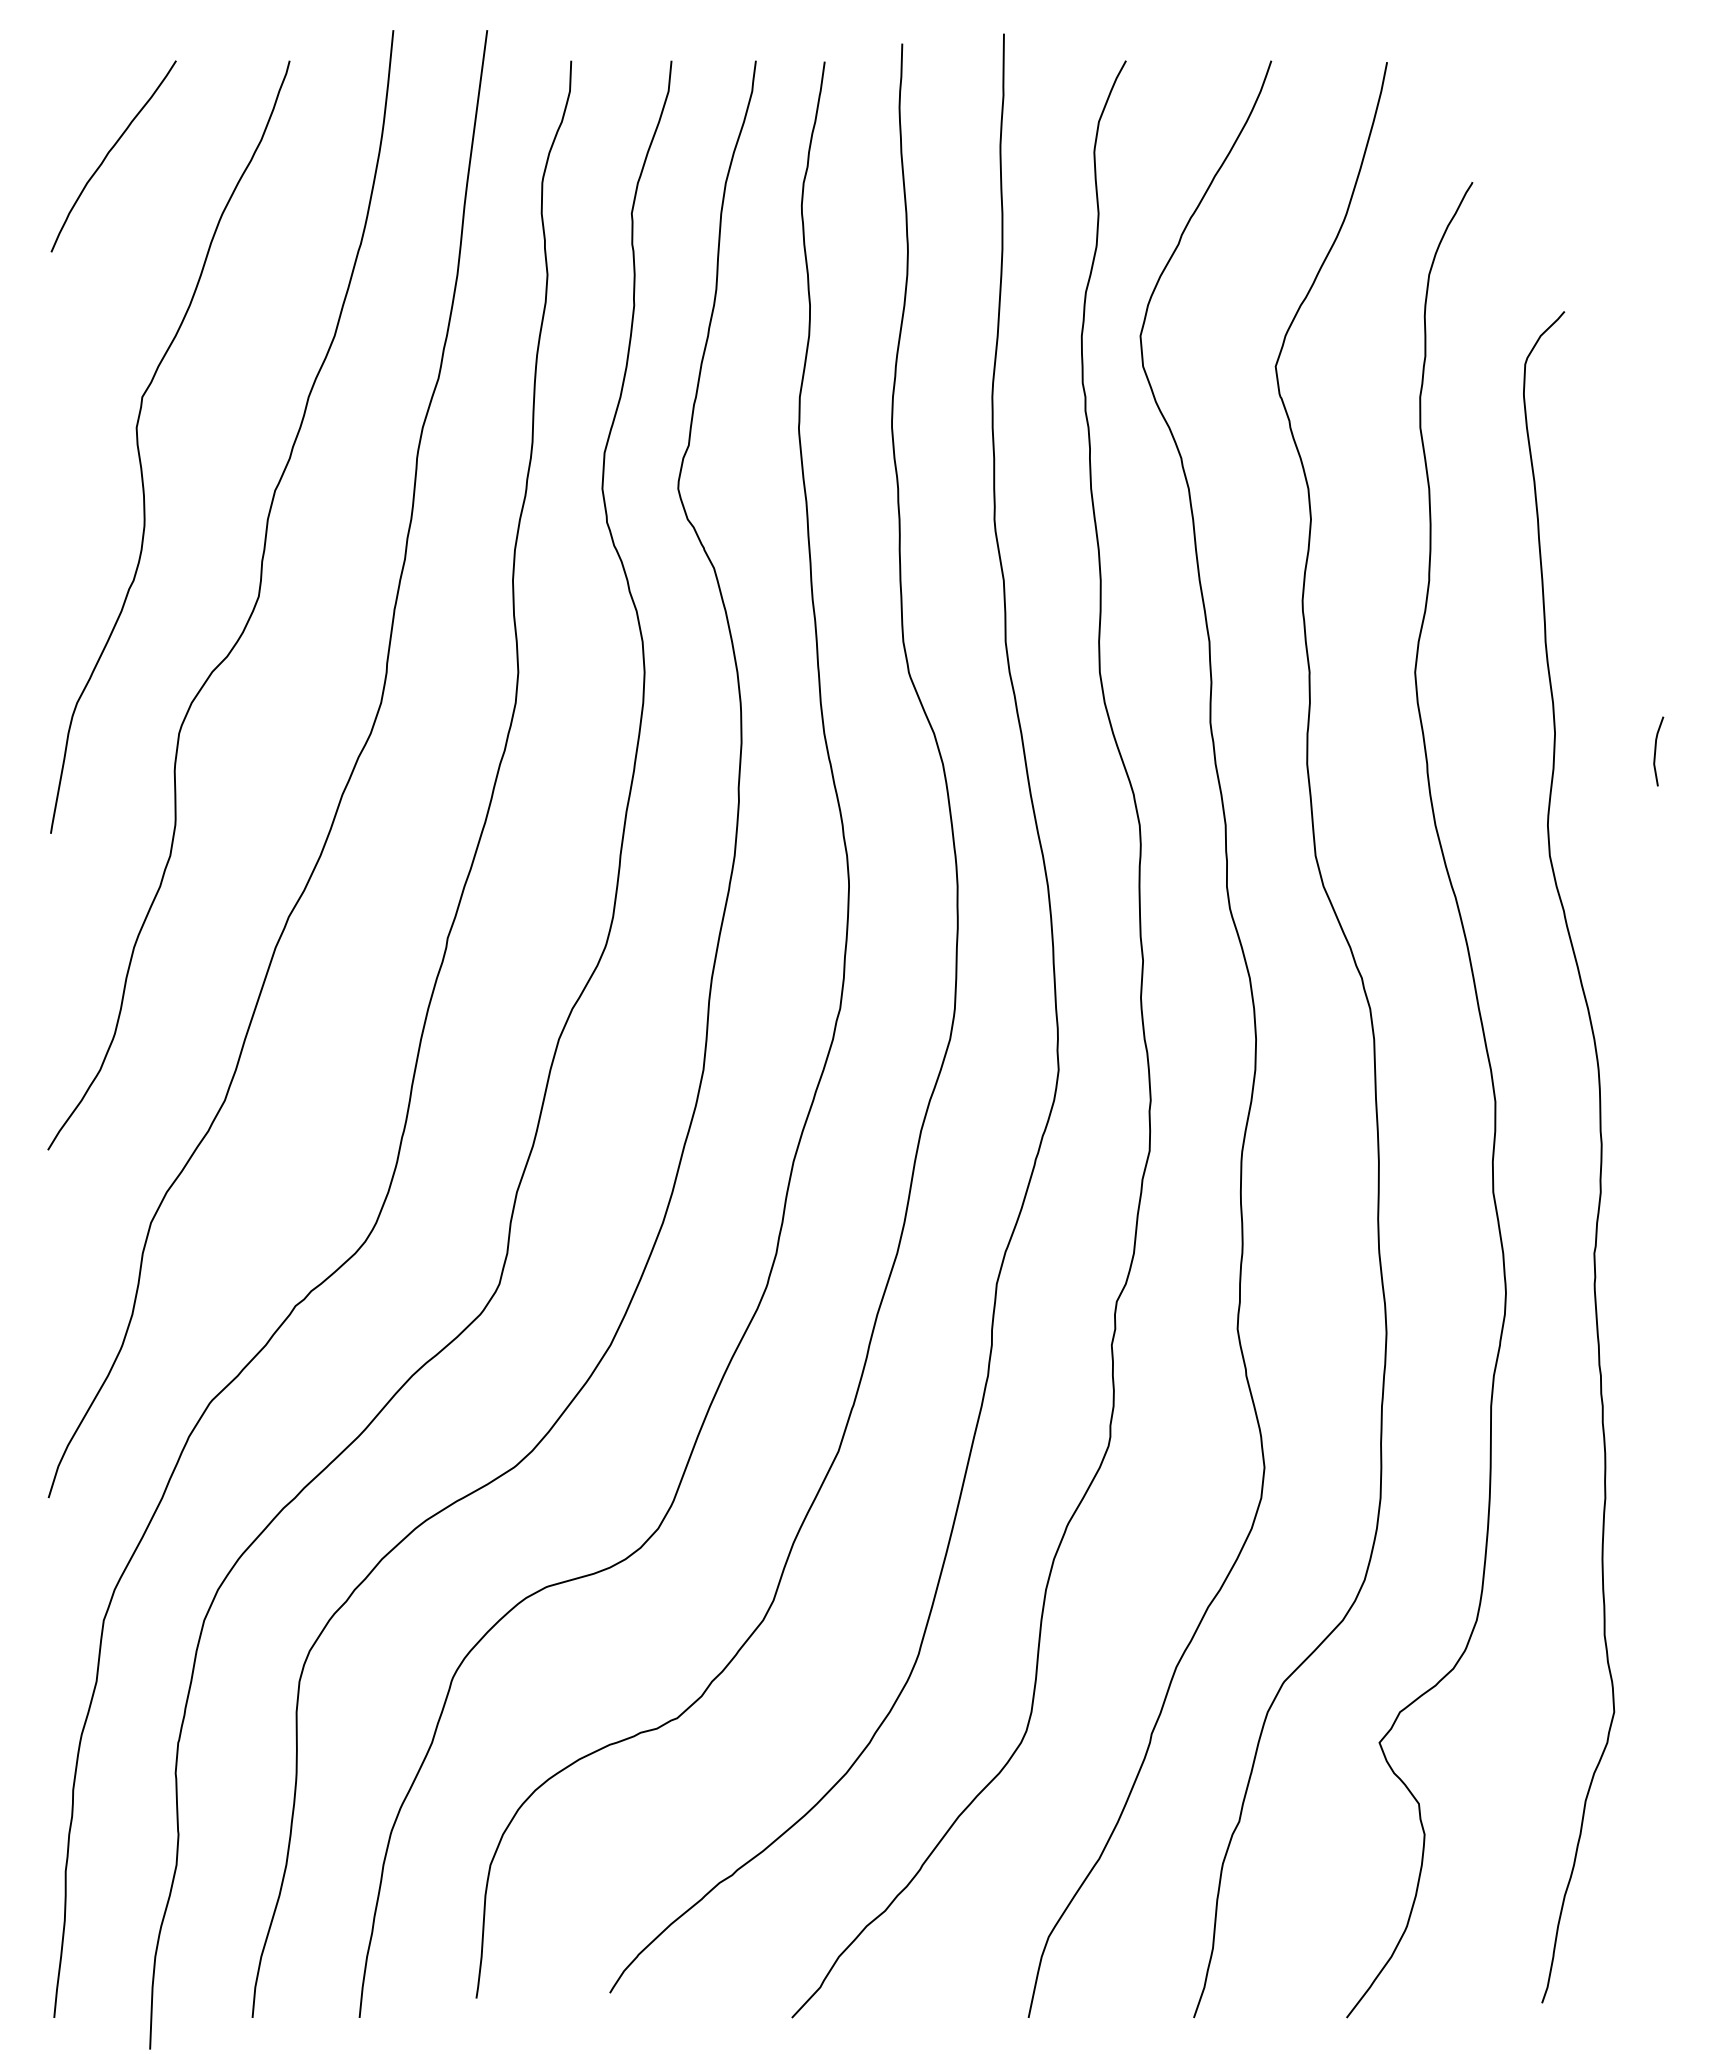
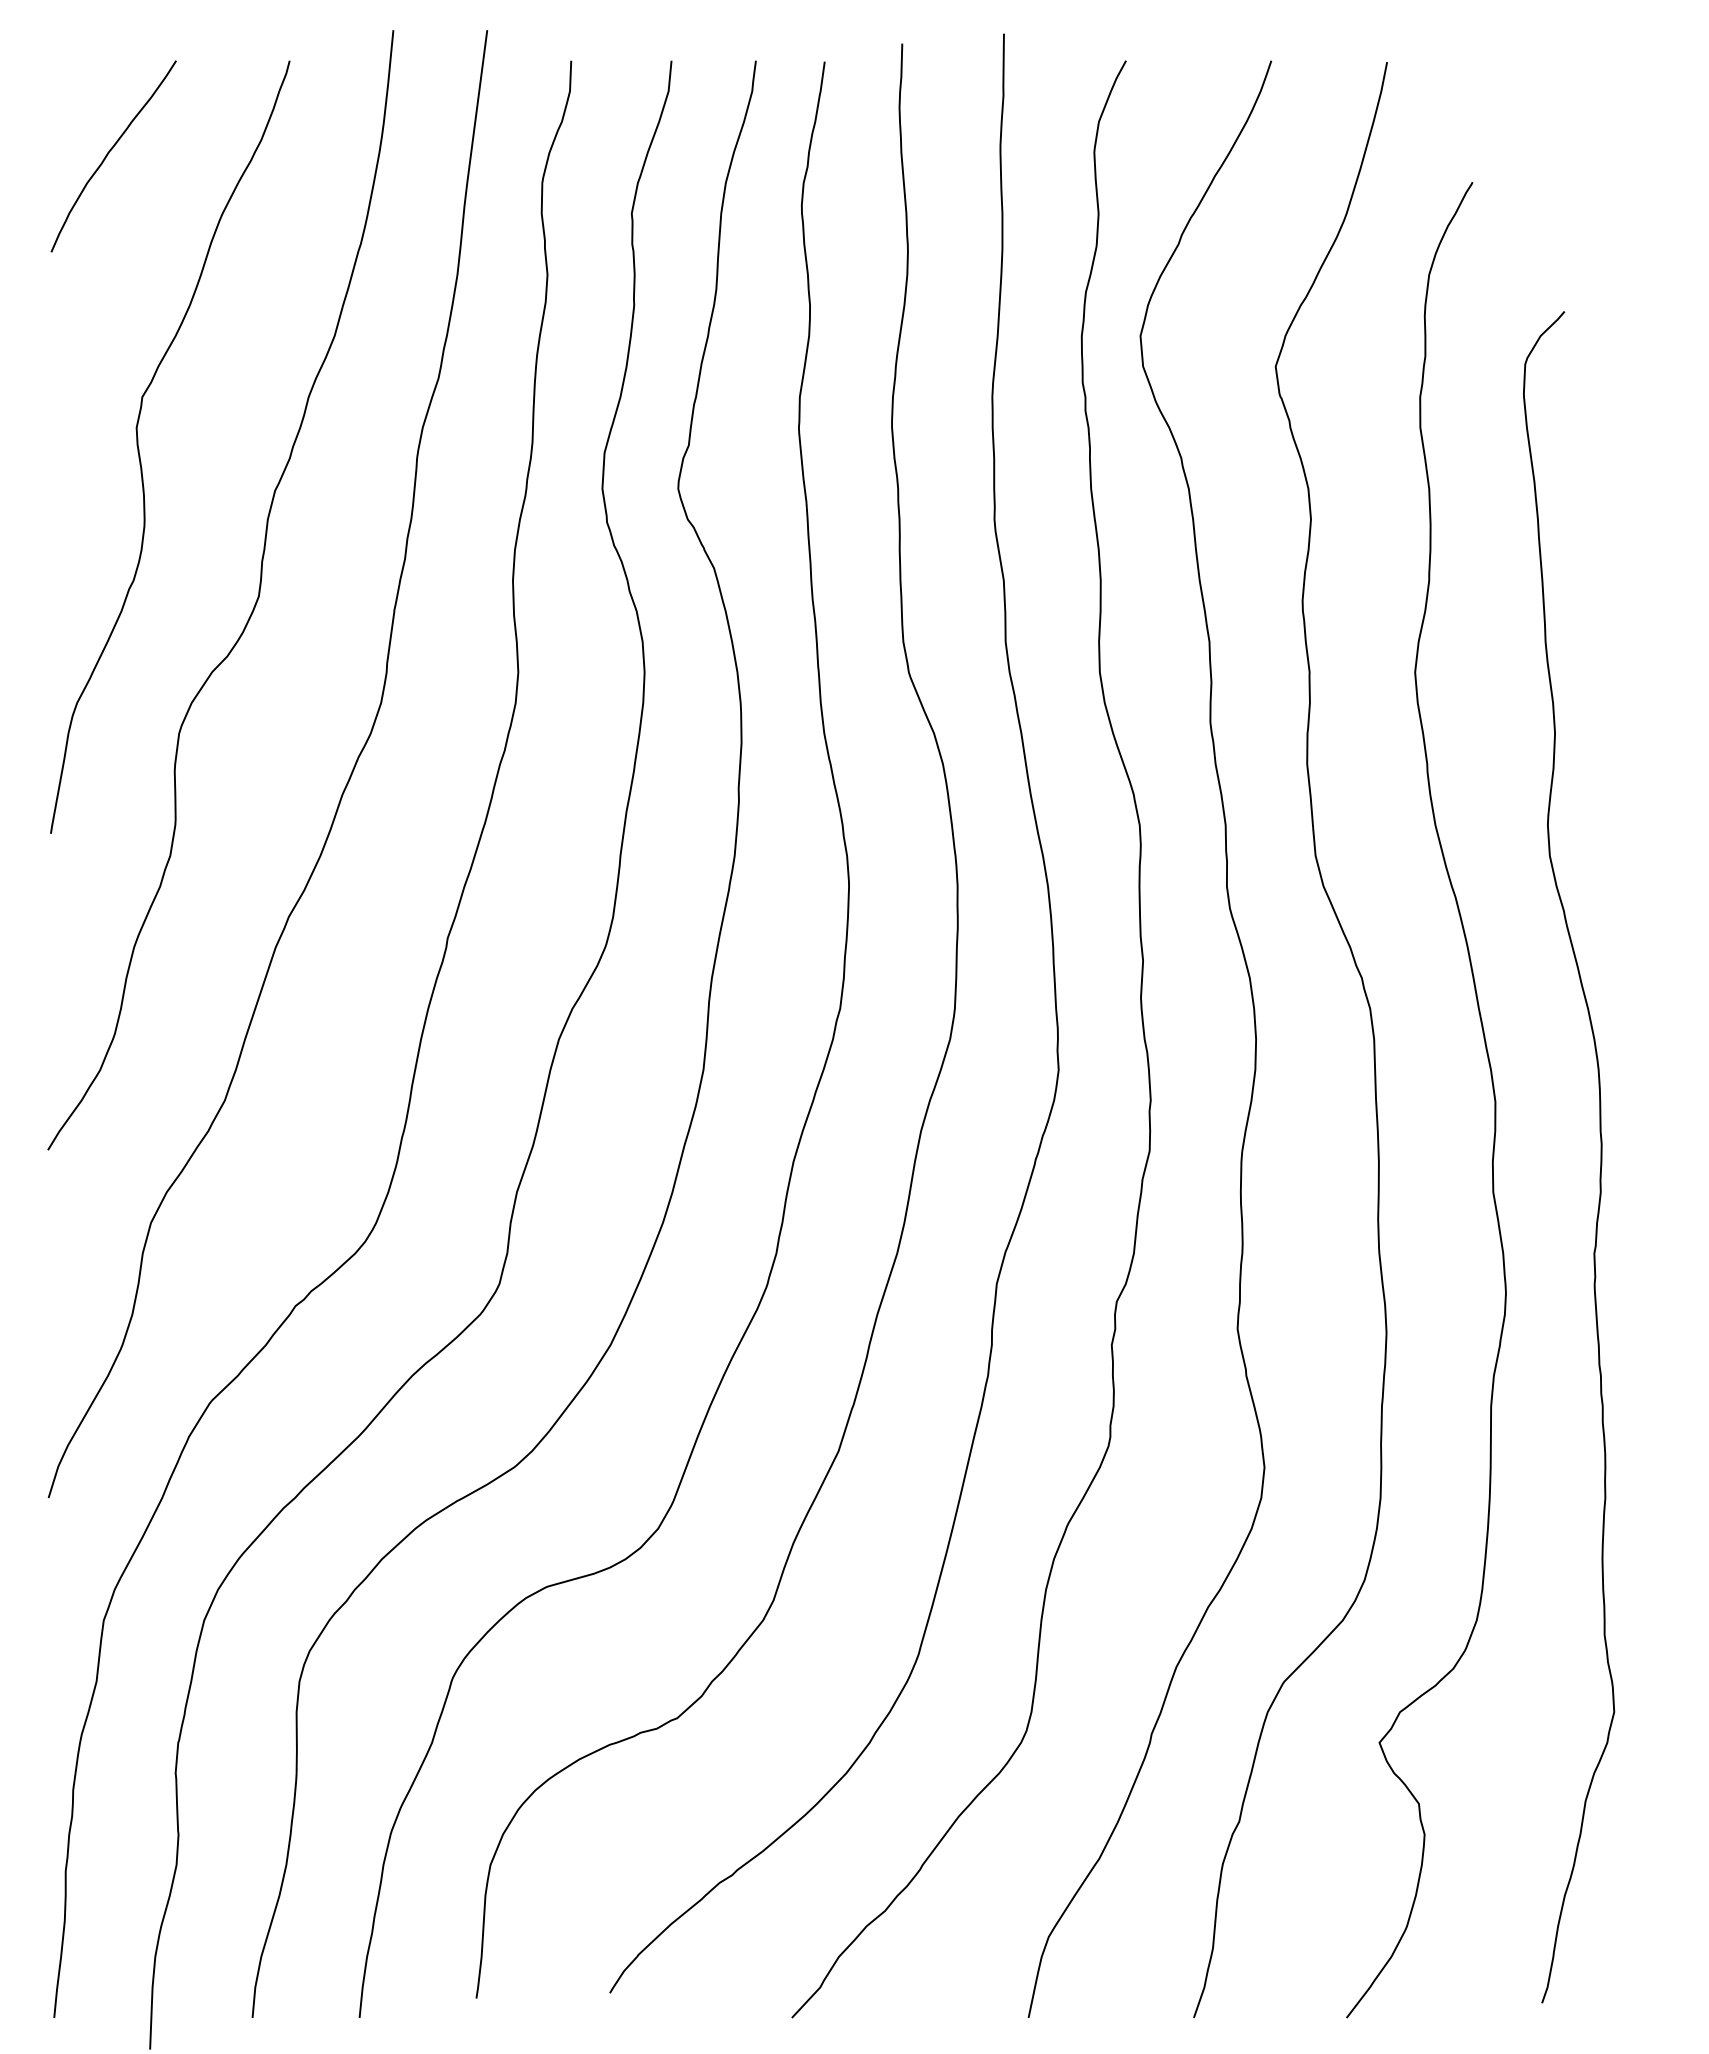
line at (1656, 751): present -> none
